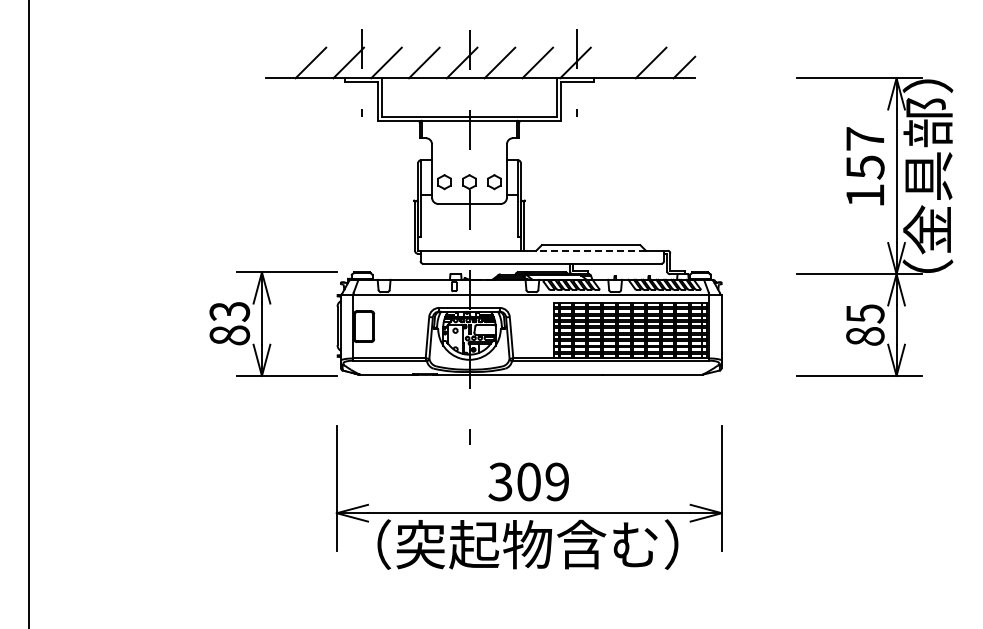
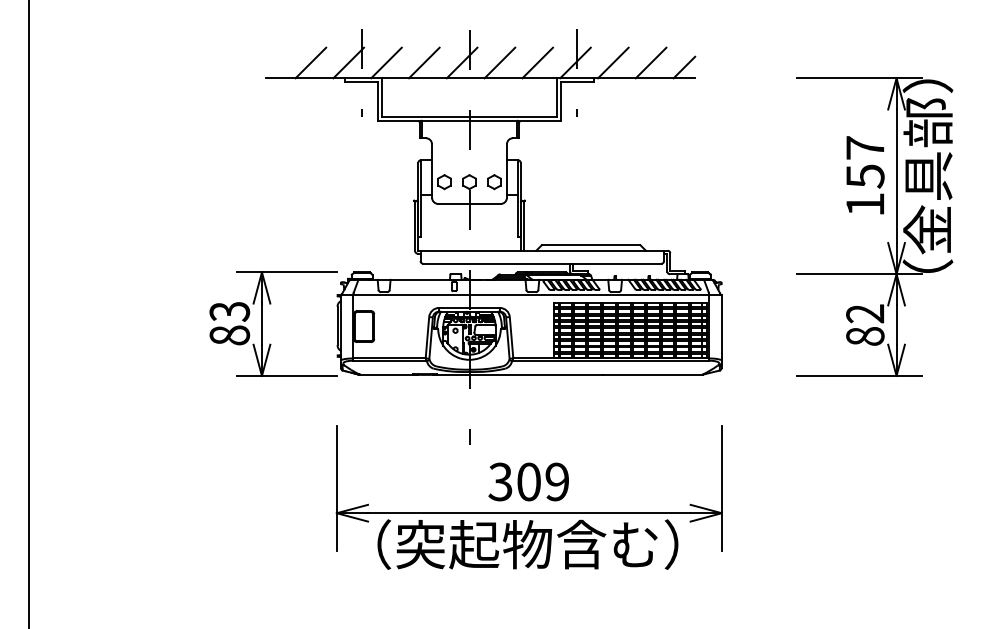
line at (613, 62): none -> present
text at (865, 166) position: (865, 166) -> (865, 175)
line at (591, 250): dashed -> solid
text at (865, 313): 85 -> 82
